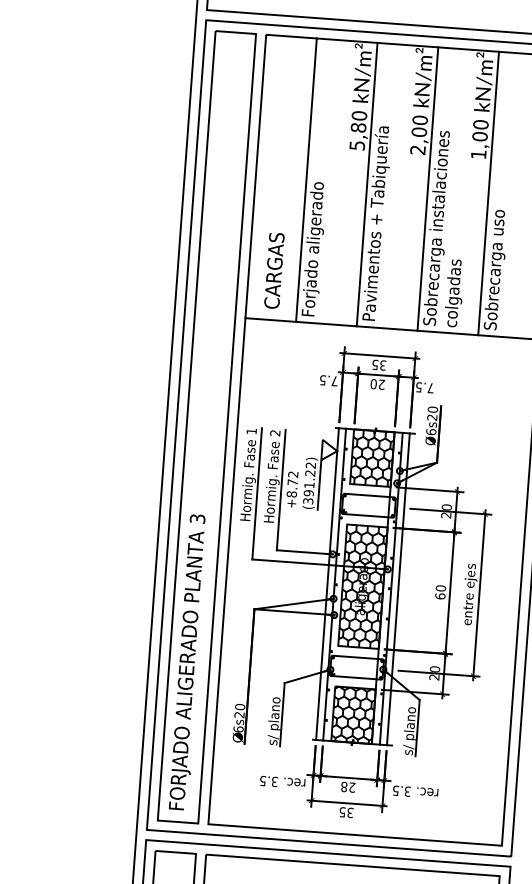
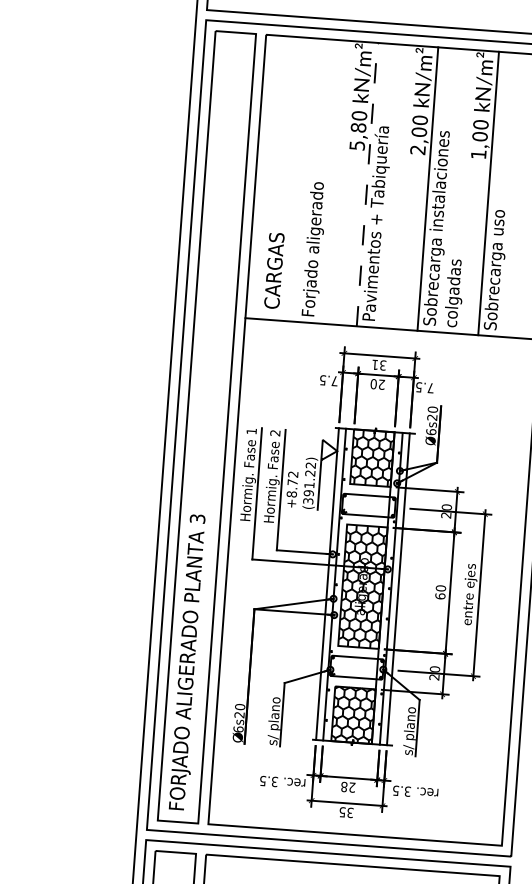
line at (306, 179): present -> none
line at (367, 184): solid -> dashed
text at (375, 364): 35 -> 31
